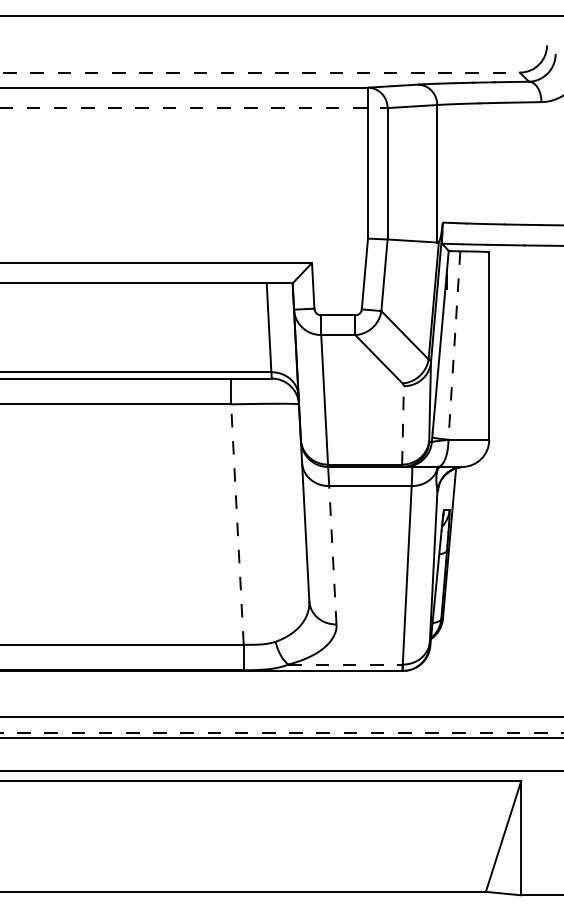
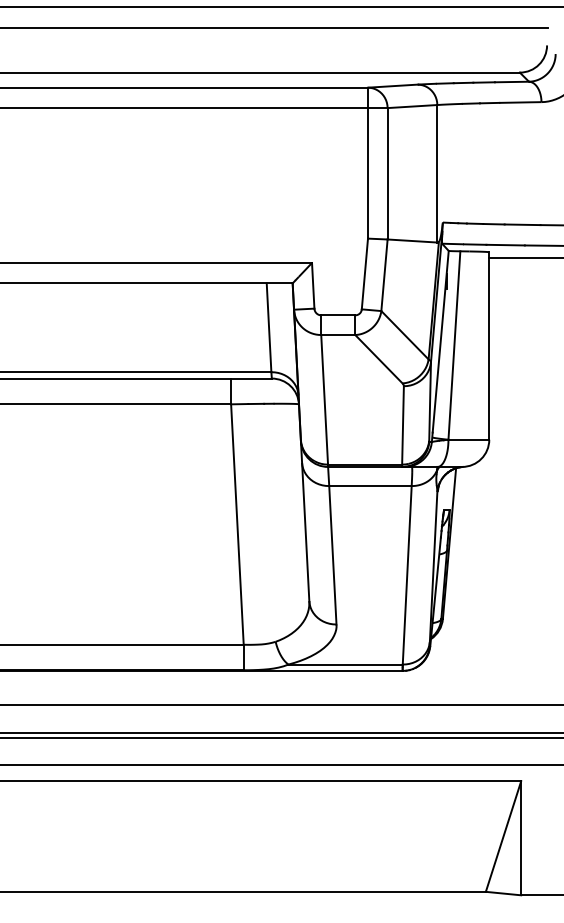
line at (281, 16) position: (281, 16) -> (281, 7)
line at (275, 27): none -> present
line at (260, 72): dashed -> solid
line at (194, 108): dashed -> solid
line at (524, 257): none -> present
line at (454, 346): dashed -> solid
line at (403, 424): dashed -> solid
line at (237, 524): dashed -> solid
line at (332, 554): dashed -> solid
line at (346, 664): dashed -> solid
line at (281, 717) position: (281, 717) -> (281, 705)
line at (281, 732): dashed -> solid
line at (281, 771) position: (281, 771) -> (281, 765)
